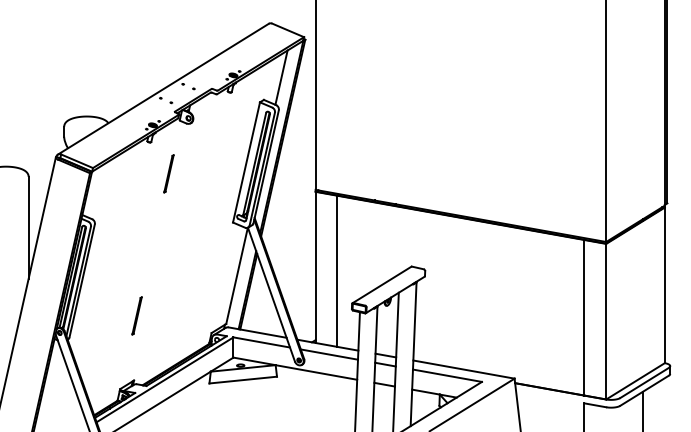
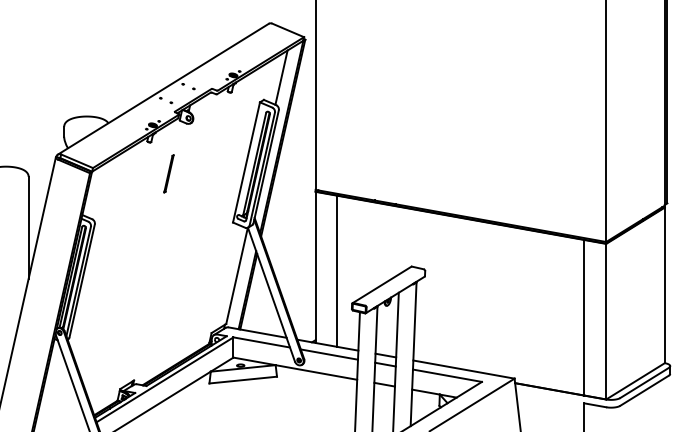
line at (136, 315): present -> none
line at (643, 409): present -> none
